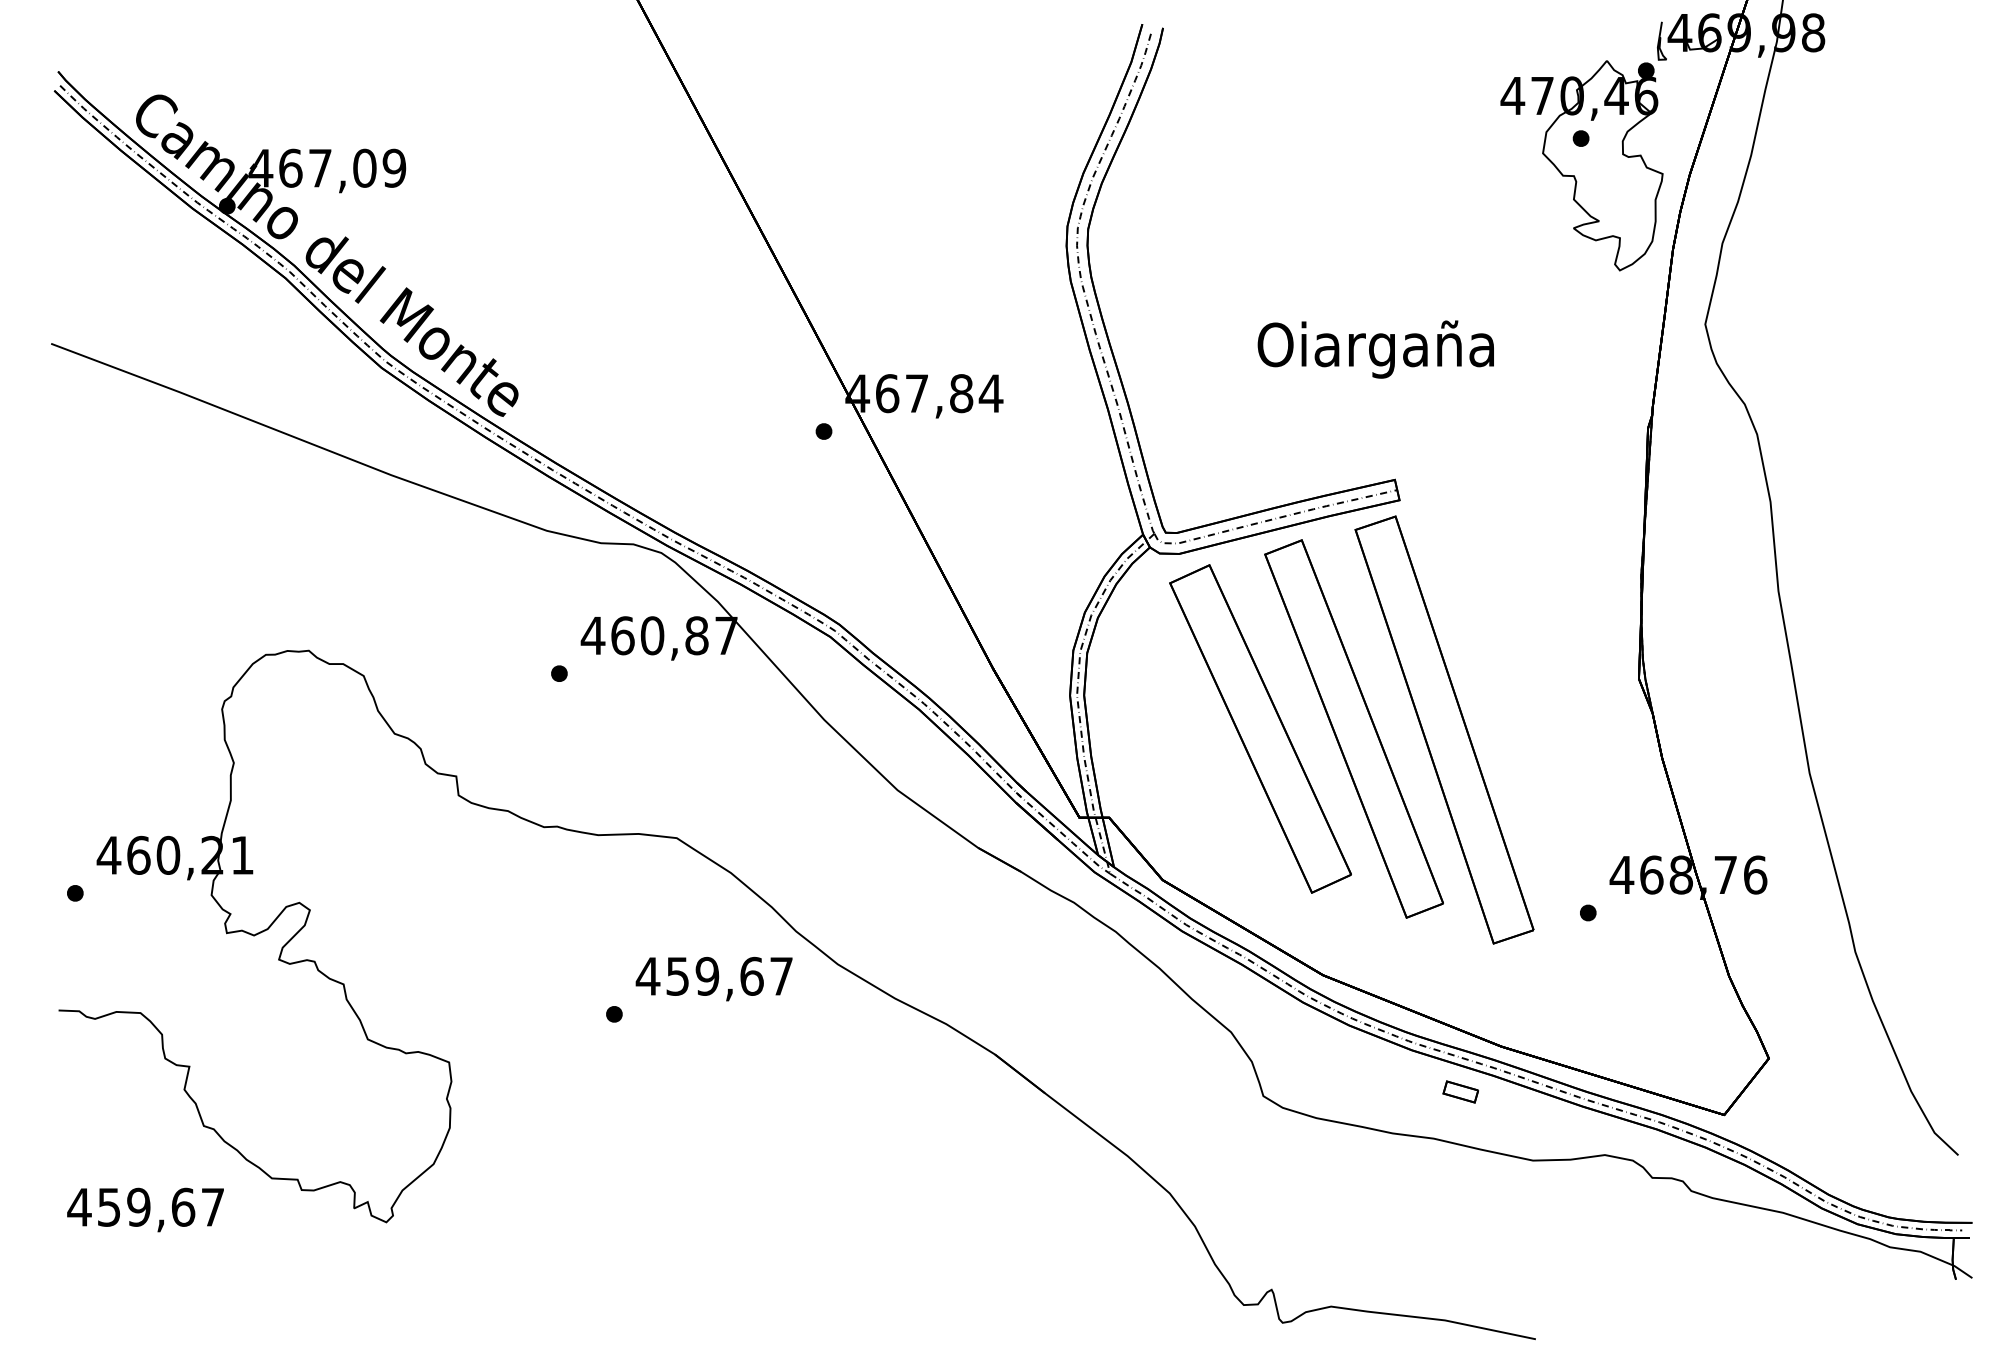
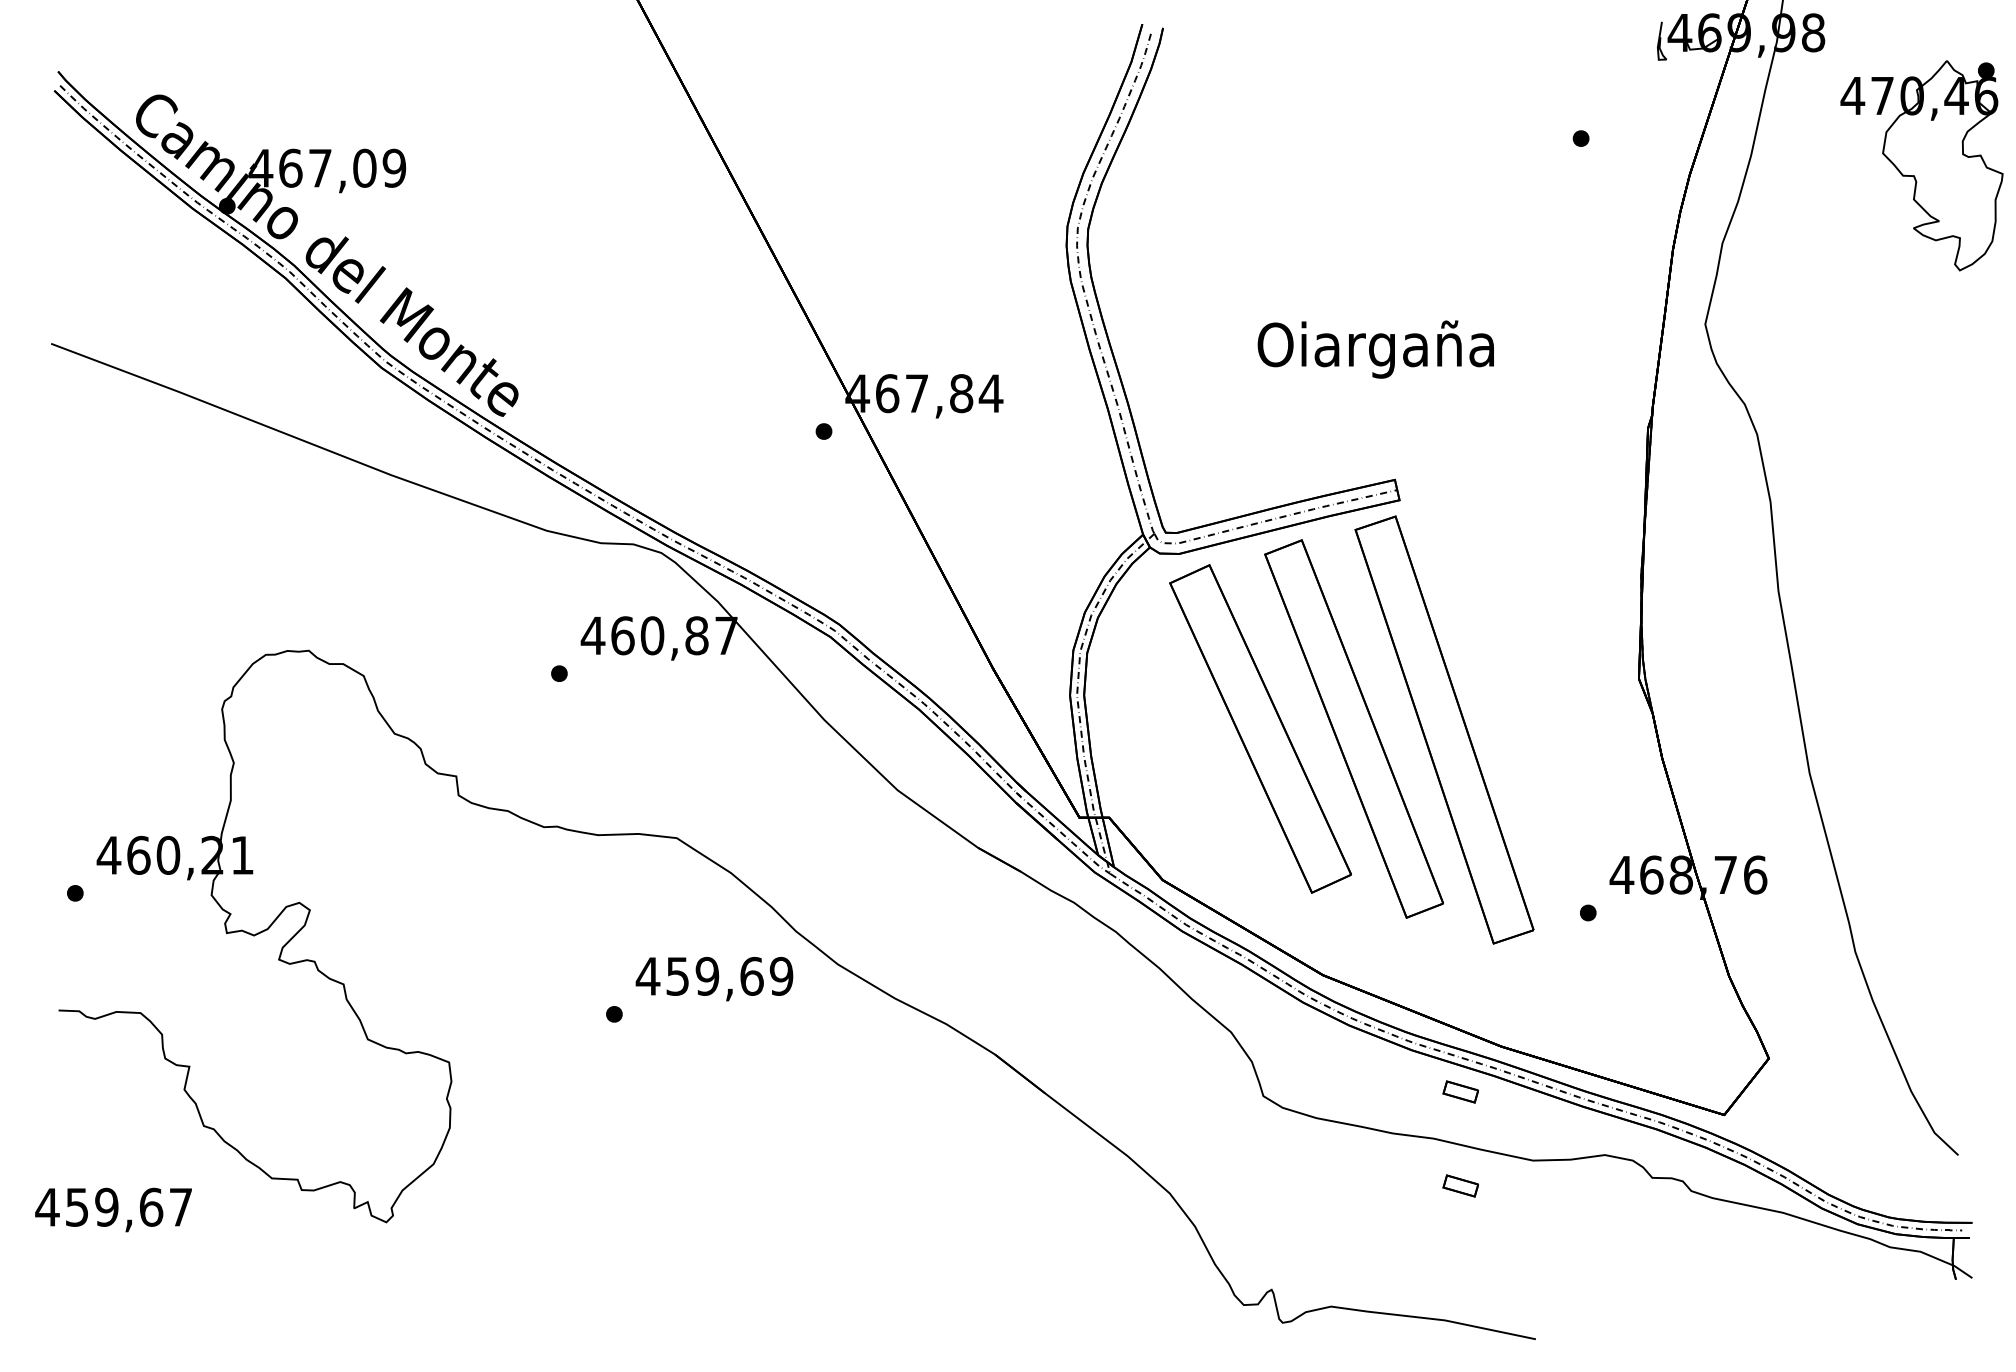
part at (1581, 165) position: (1581, 165) -> (1921, 165)
text at (781, 975): 459,67 -> 459,69
part at (1460, 1185): none -> present
text at (145, 1209) position: (145, 1209) -> (113, 1209)
